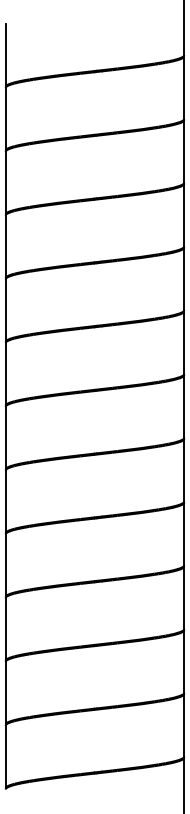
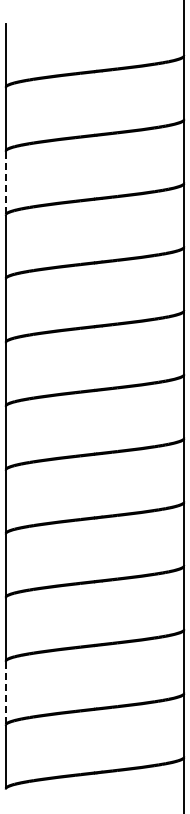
line at (5, 183): solid -> dashed
line at (5, 693): solid -> dashed
